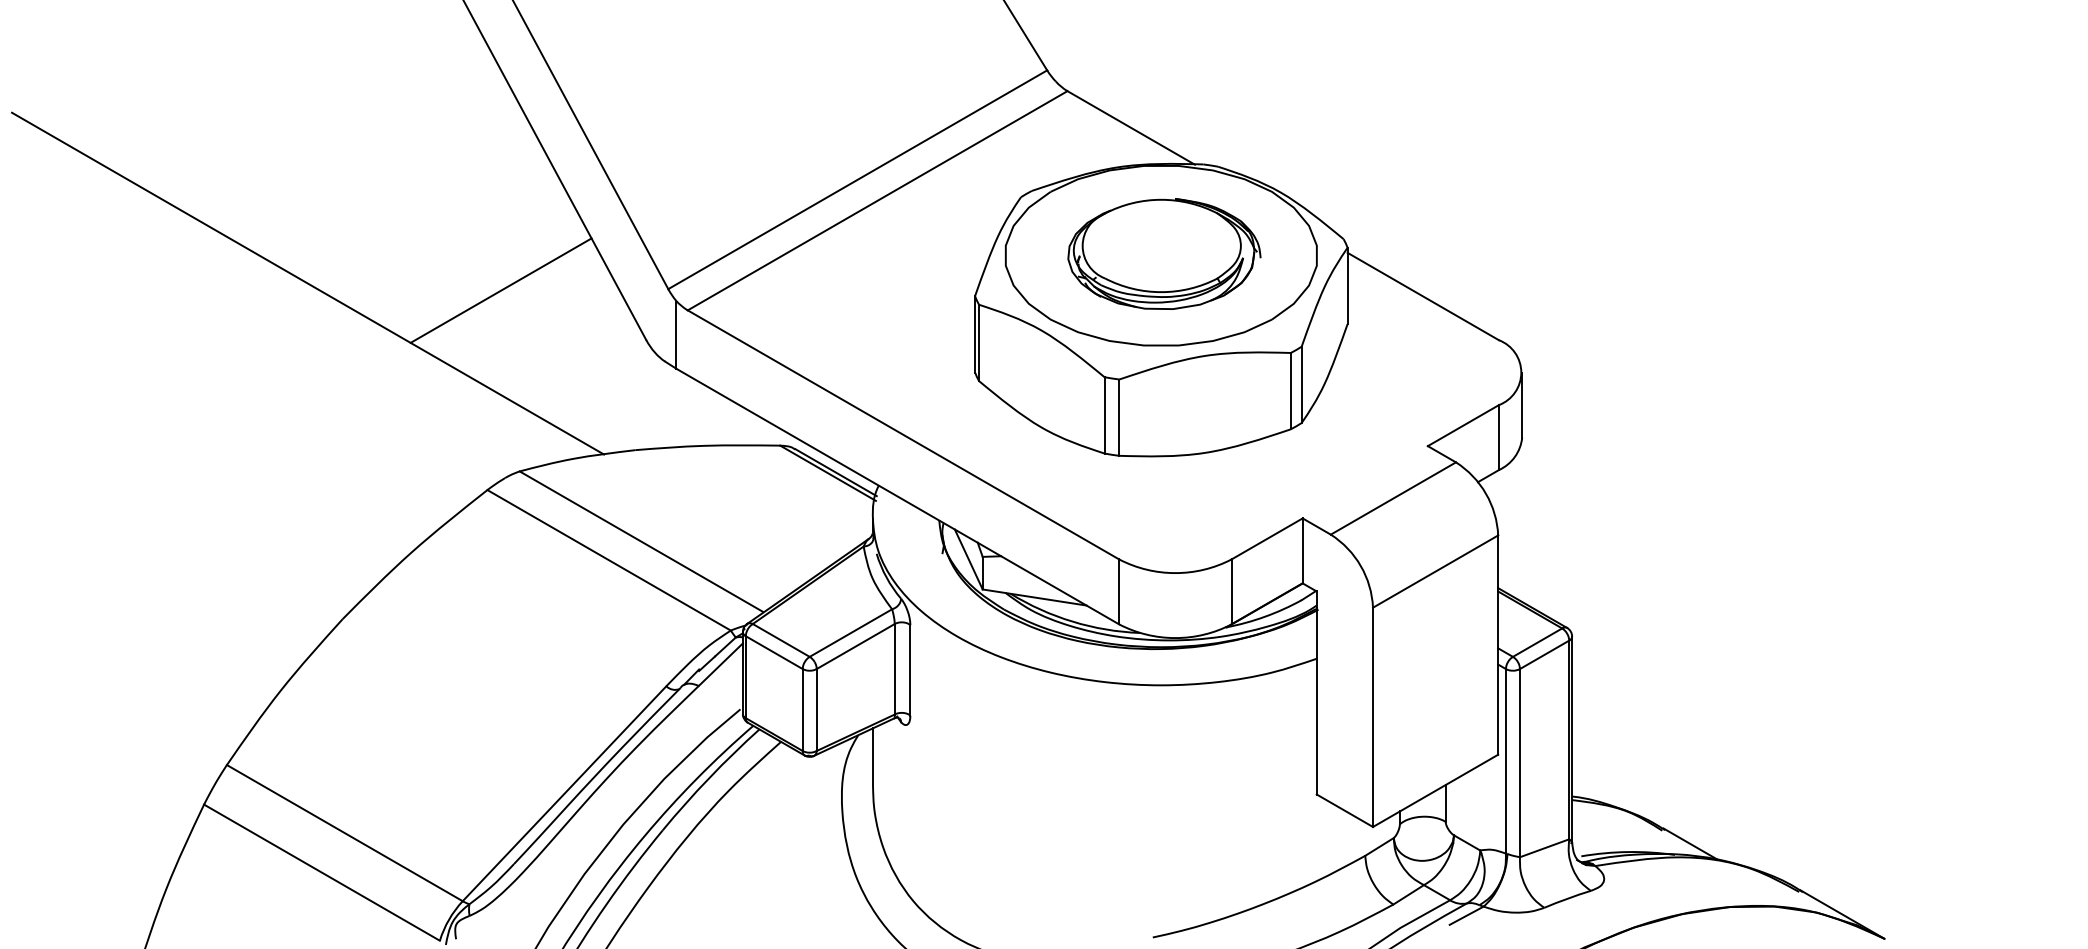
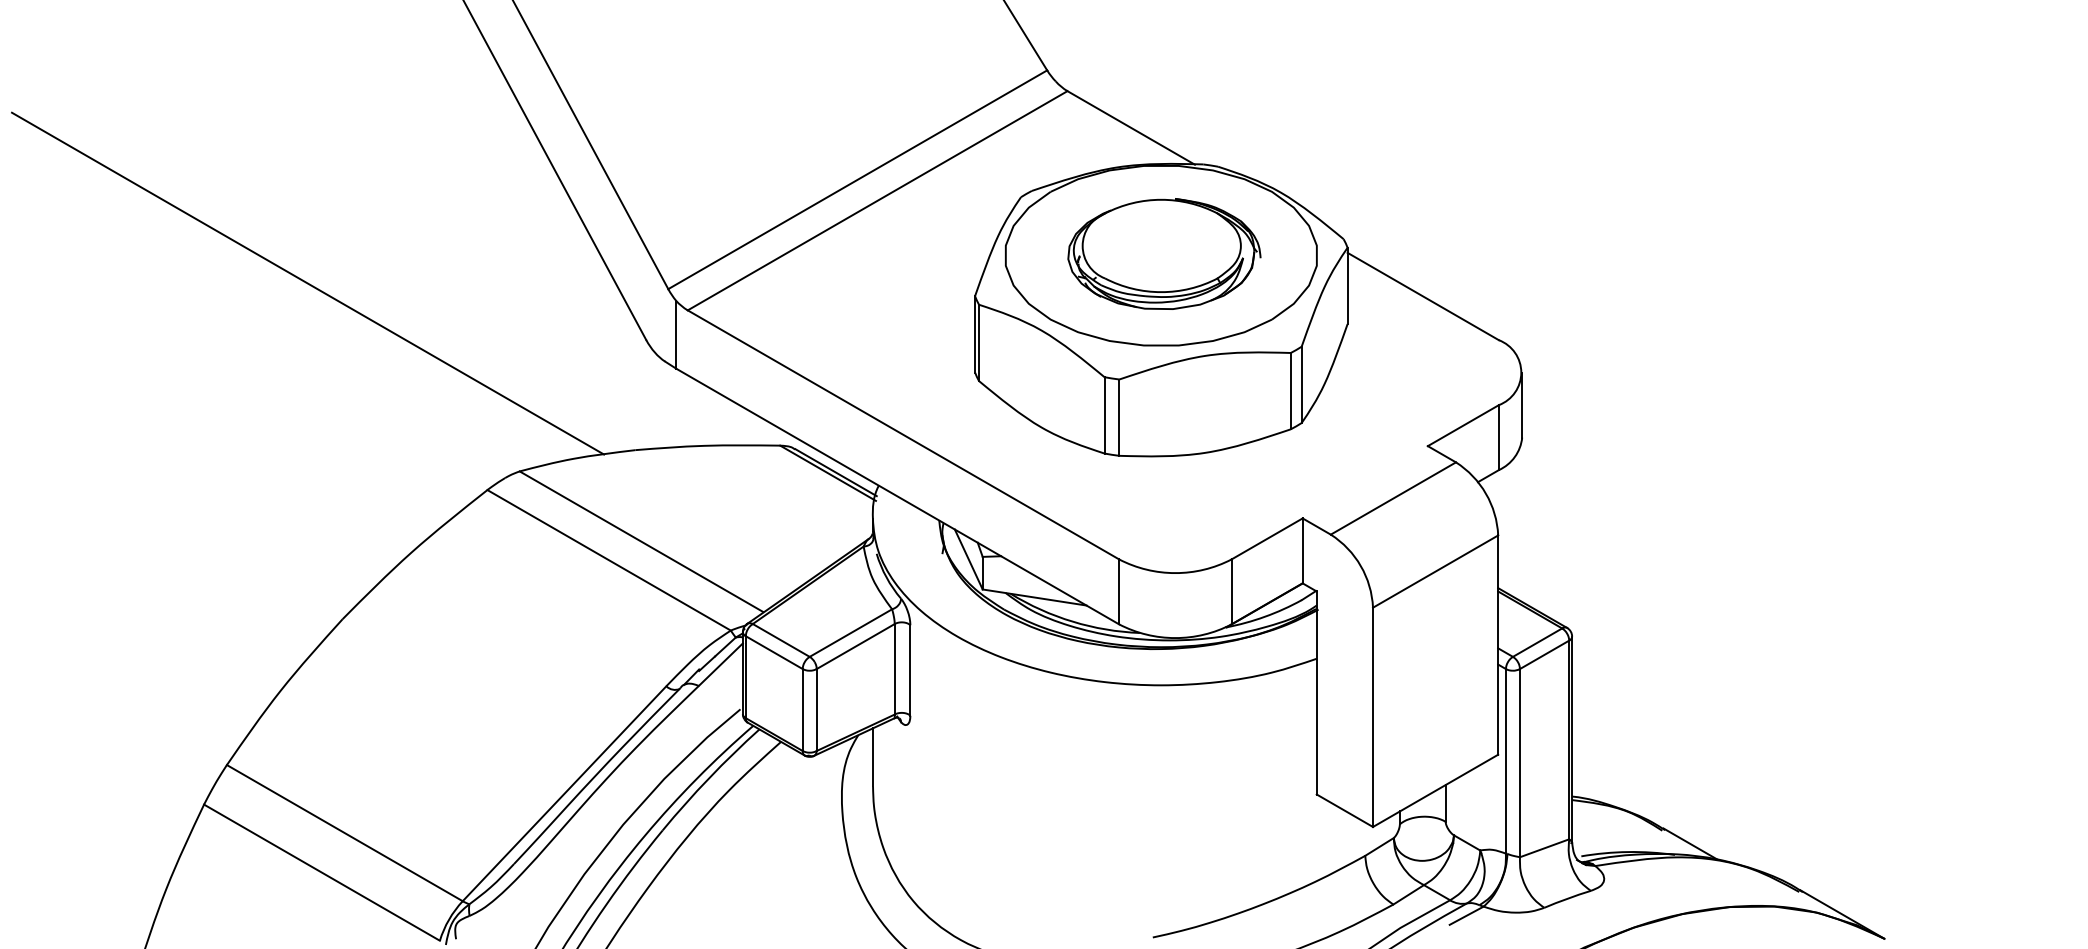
line at (500, 290): present -> none
